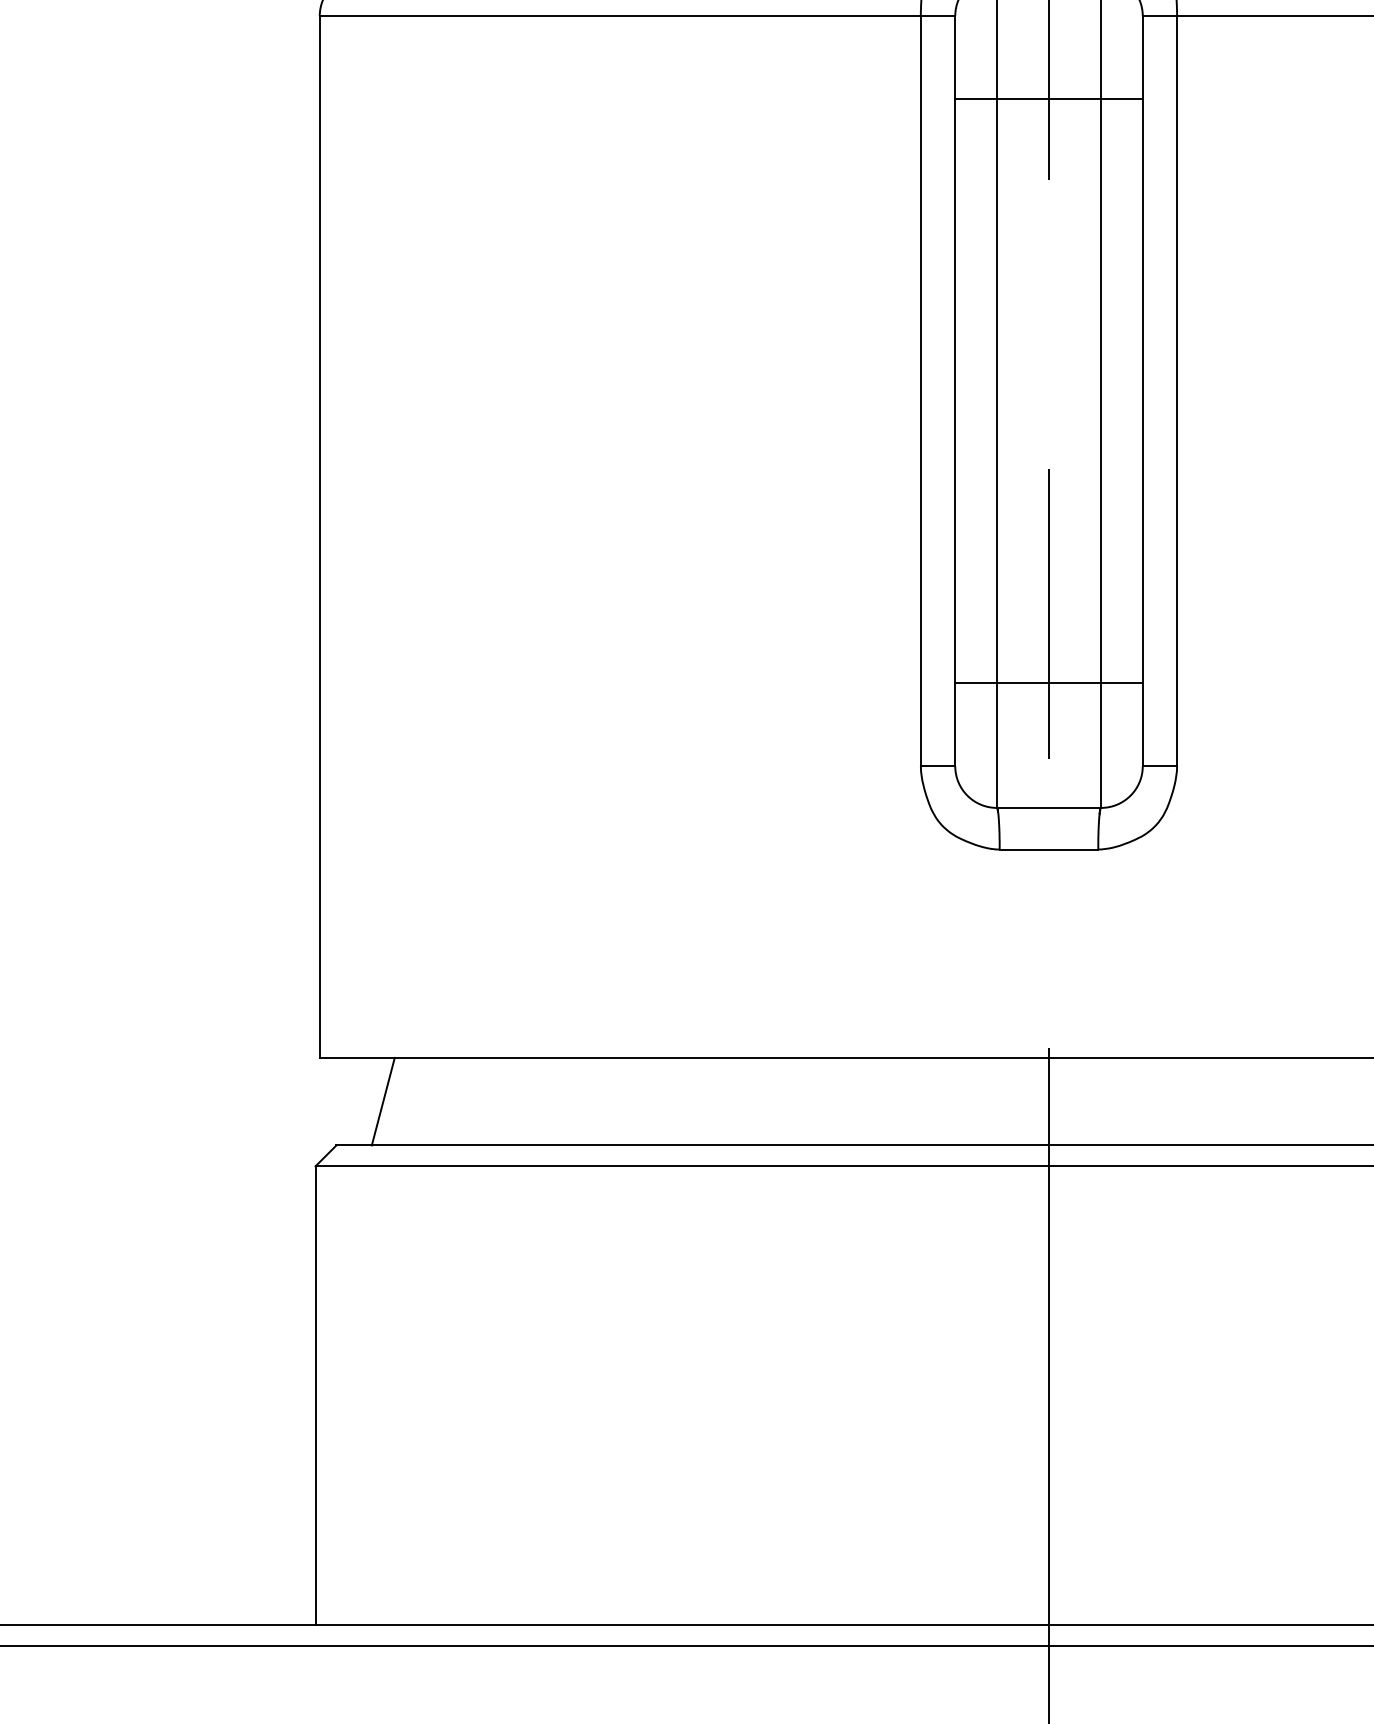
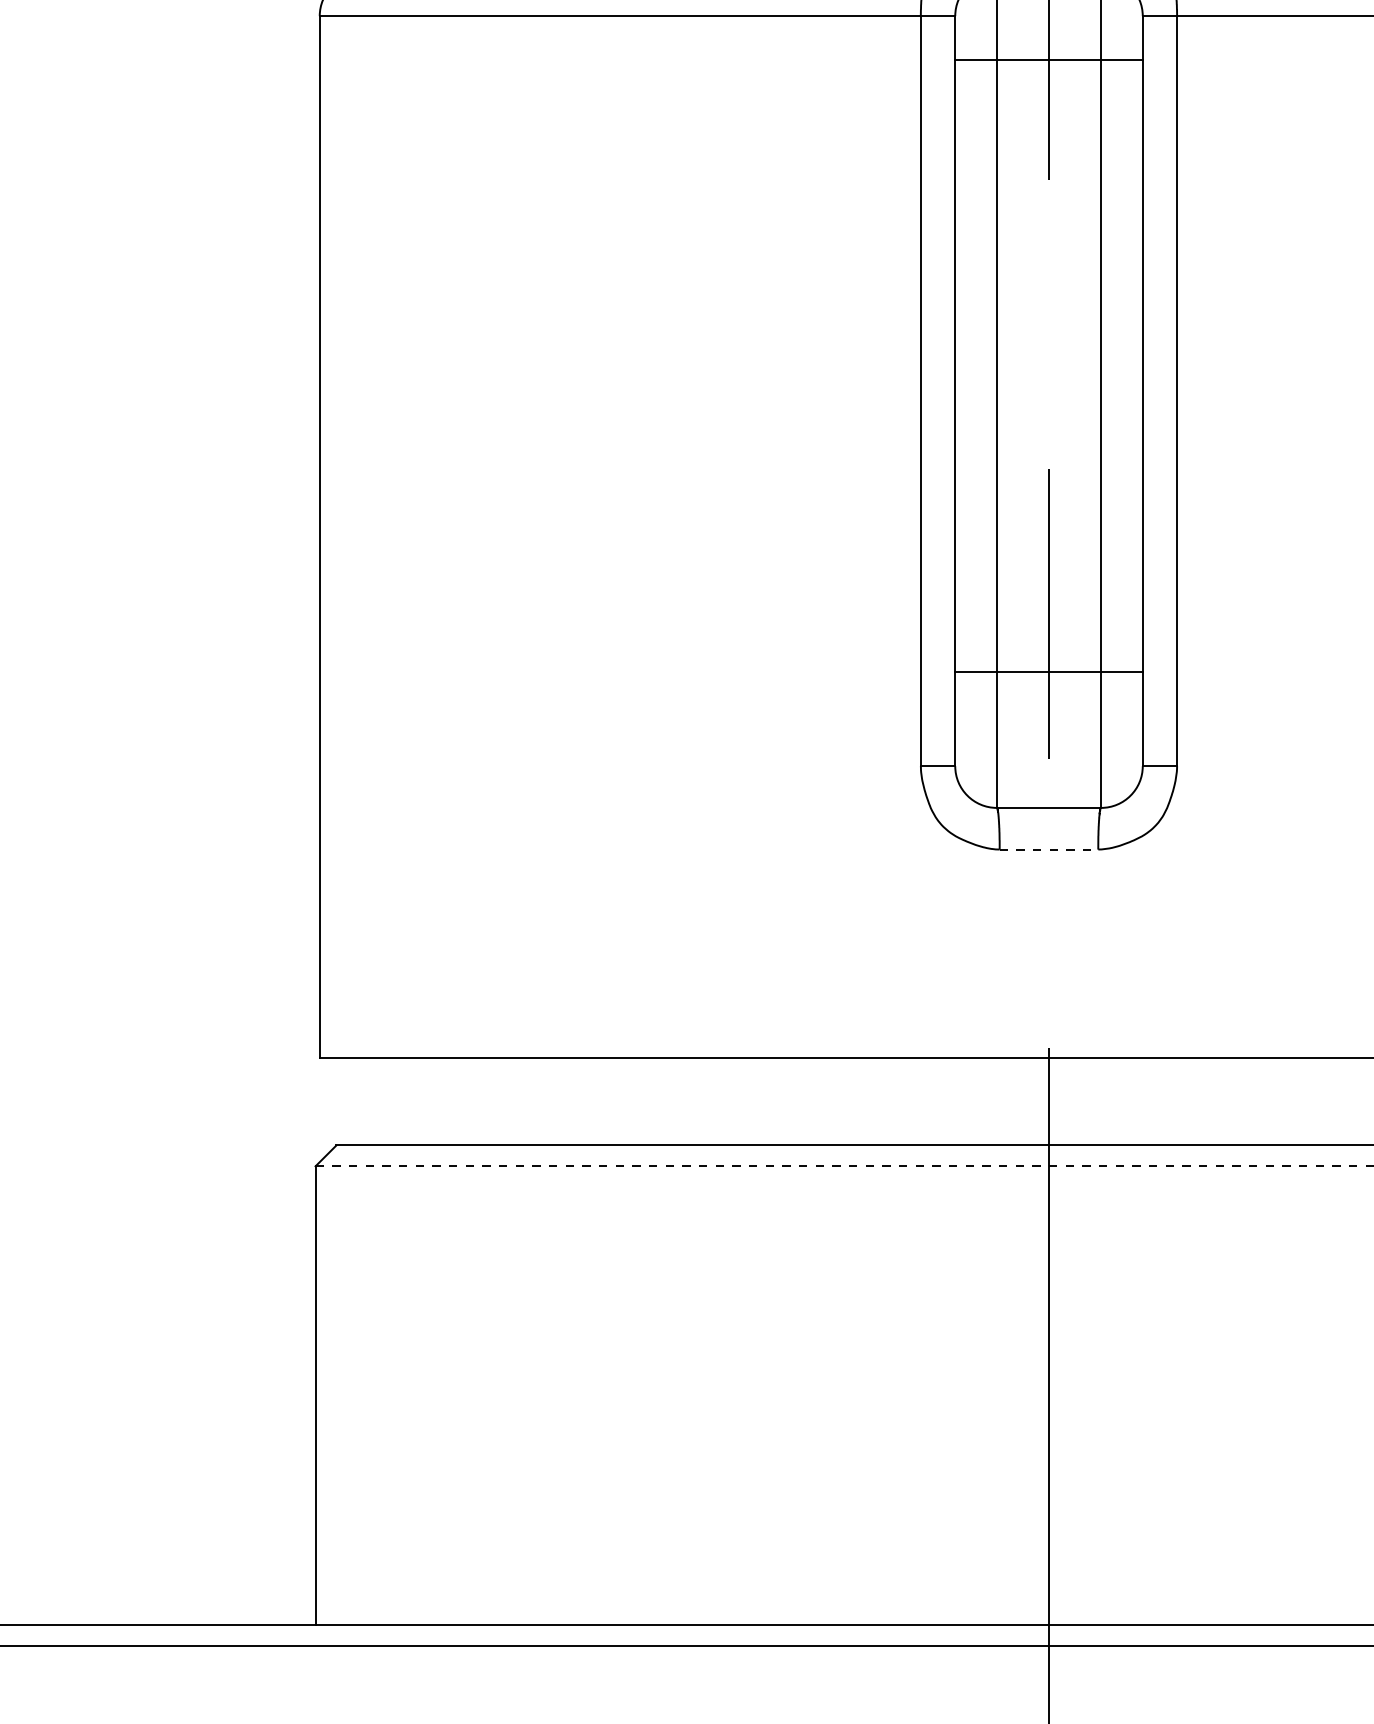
line at (1048, 99) position: (1048, 99) -> (1048, 60)
line at (1048, 682) position: (1048, 682) -> (1048, 671)
line at (1049, 849): solid -> dashed
line at (382, 1101): present -> none
line at (844, 1166): solid -> dashed
